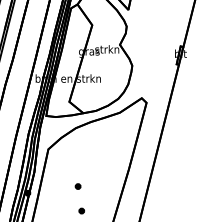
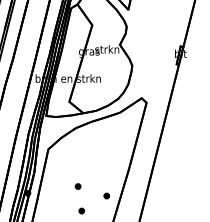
part at (106, 195): none -> present
